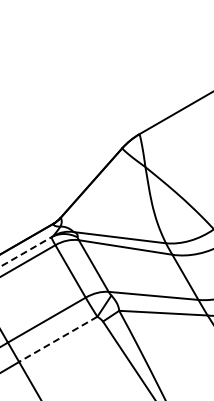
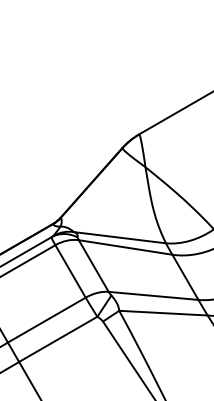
line at (26, 251): dashed -> solid
line at (57, 339): dashed -> solid
